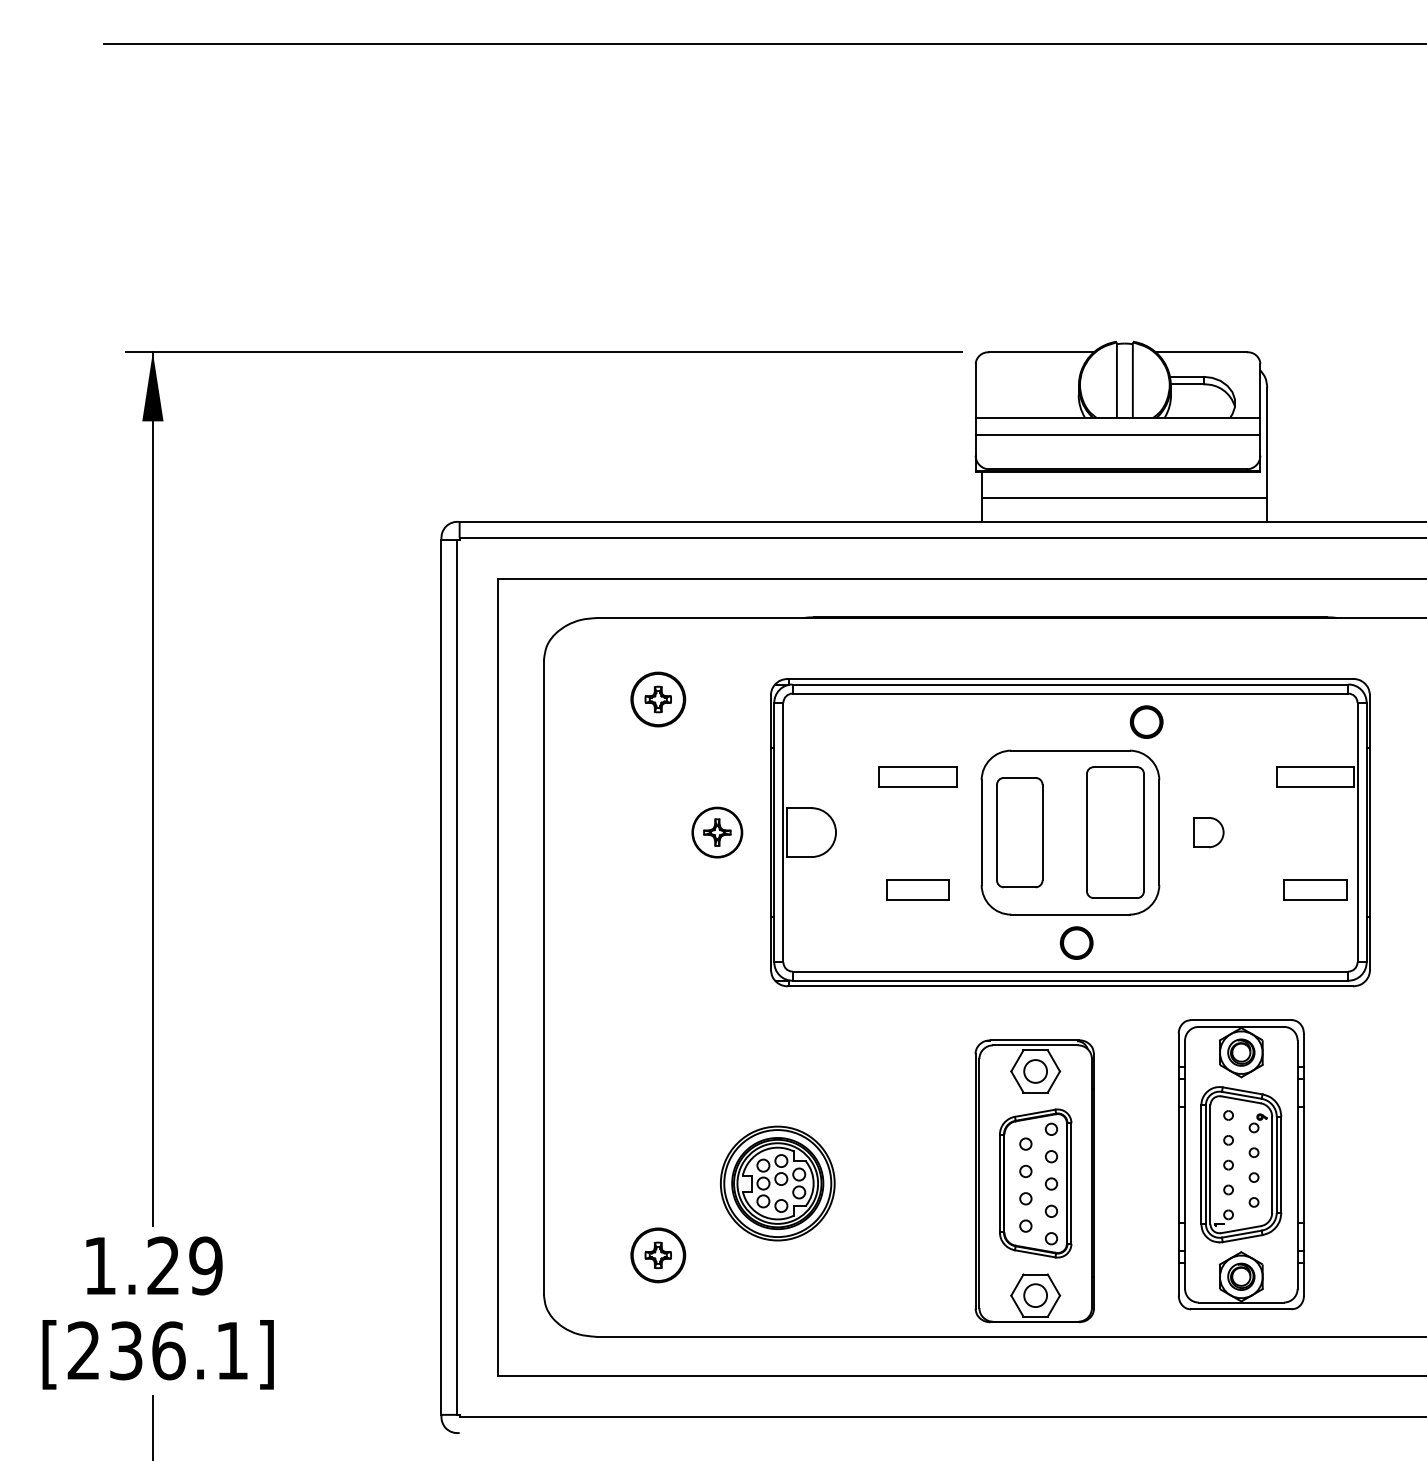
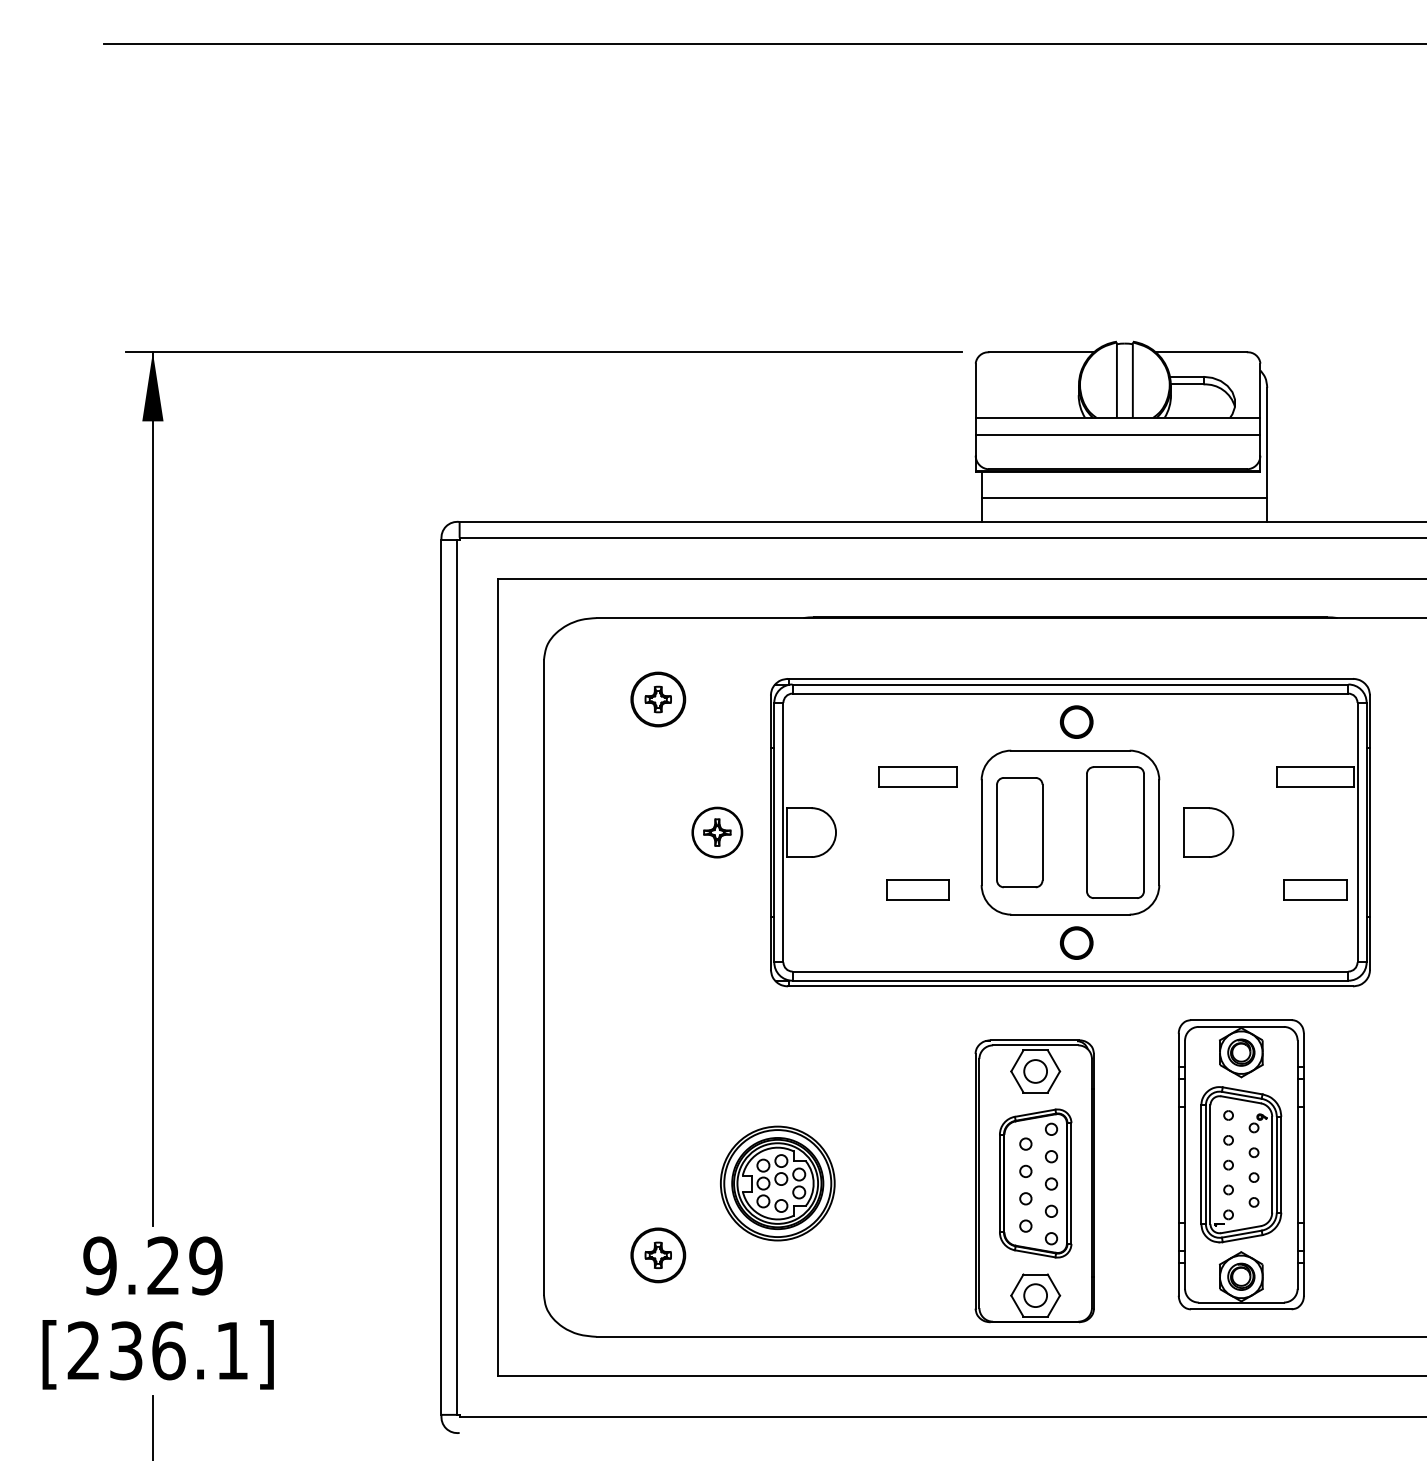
part at (1146, 721) position: (1146, 721) -> (1076, 721)
part at (1208, 832) size: 32x32 px -> 52x51 px
text at (99, 1265): 1.29 -> 9.29
